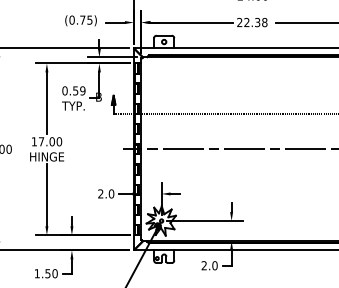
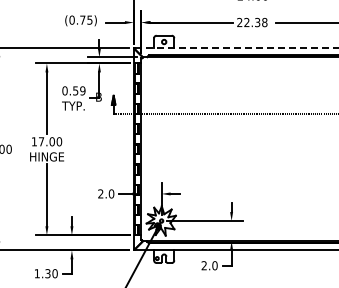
line at (236, 48): solid -> dashed
line at (228, 149): present -> none
text at (47, 272): 1.50 -> 1.30
